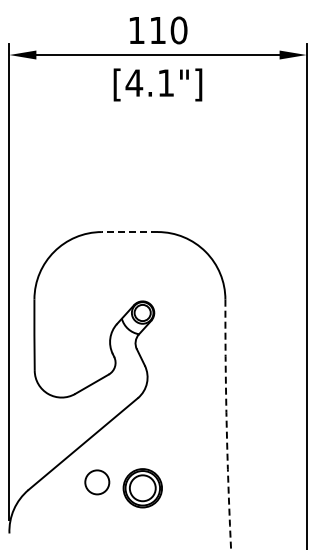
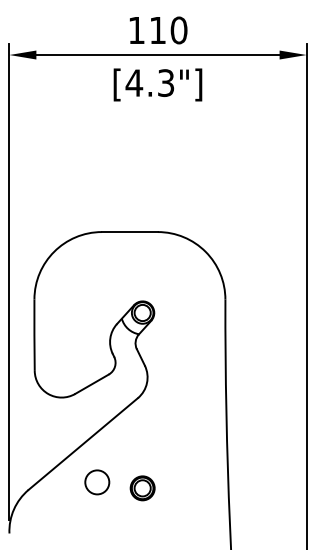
text at (166, 83): [4.1"] -> [4.3"]
line at (129, 232): dashed -> solid
arc at (226, 424): dashed -> solid
part at (142, 488) size: 41x41 px -> 27x27 px
